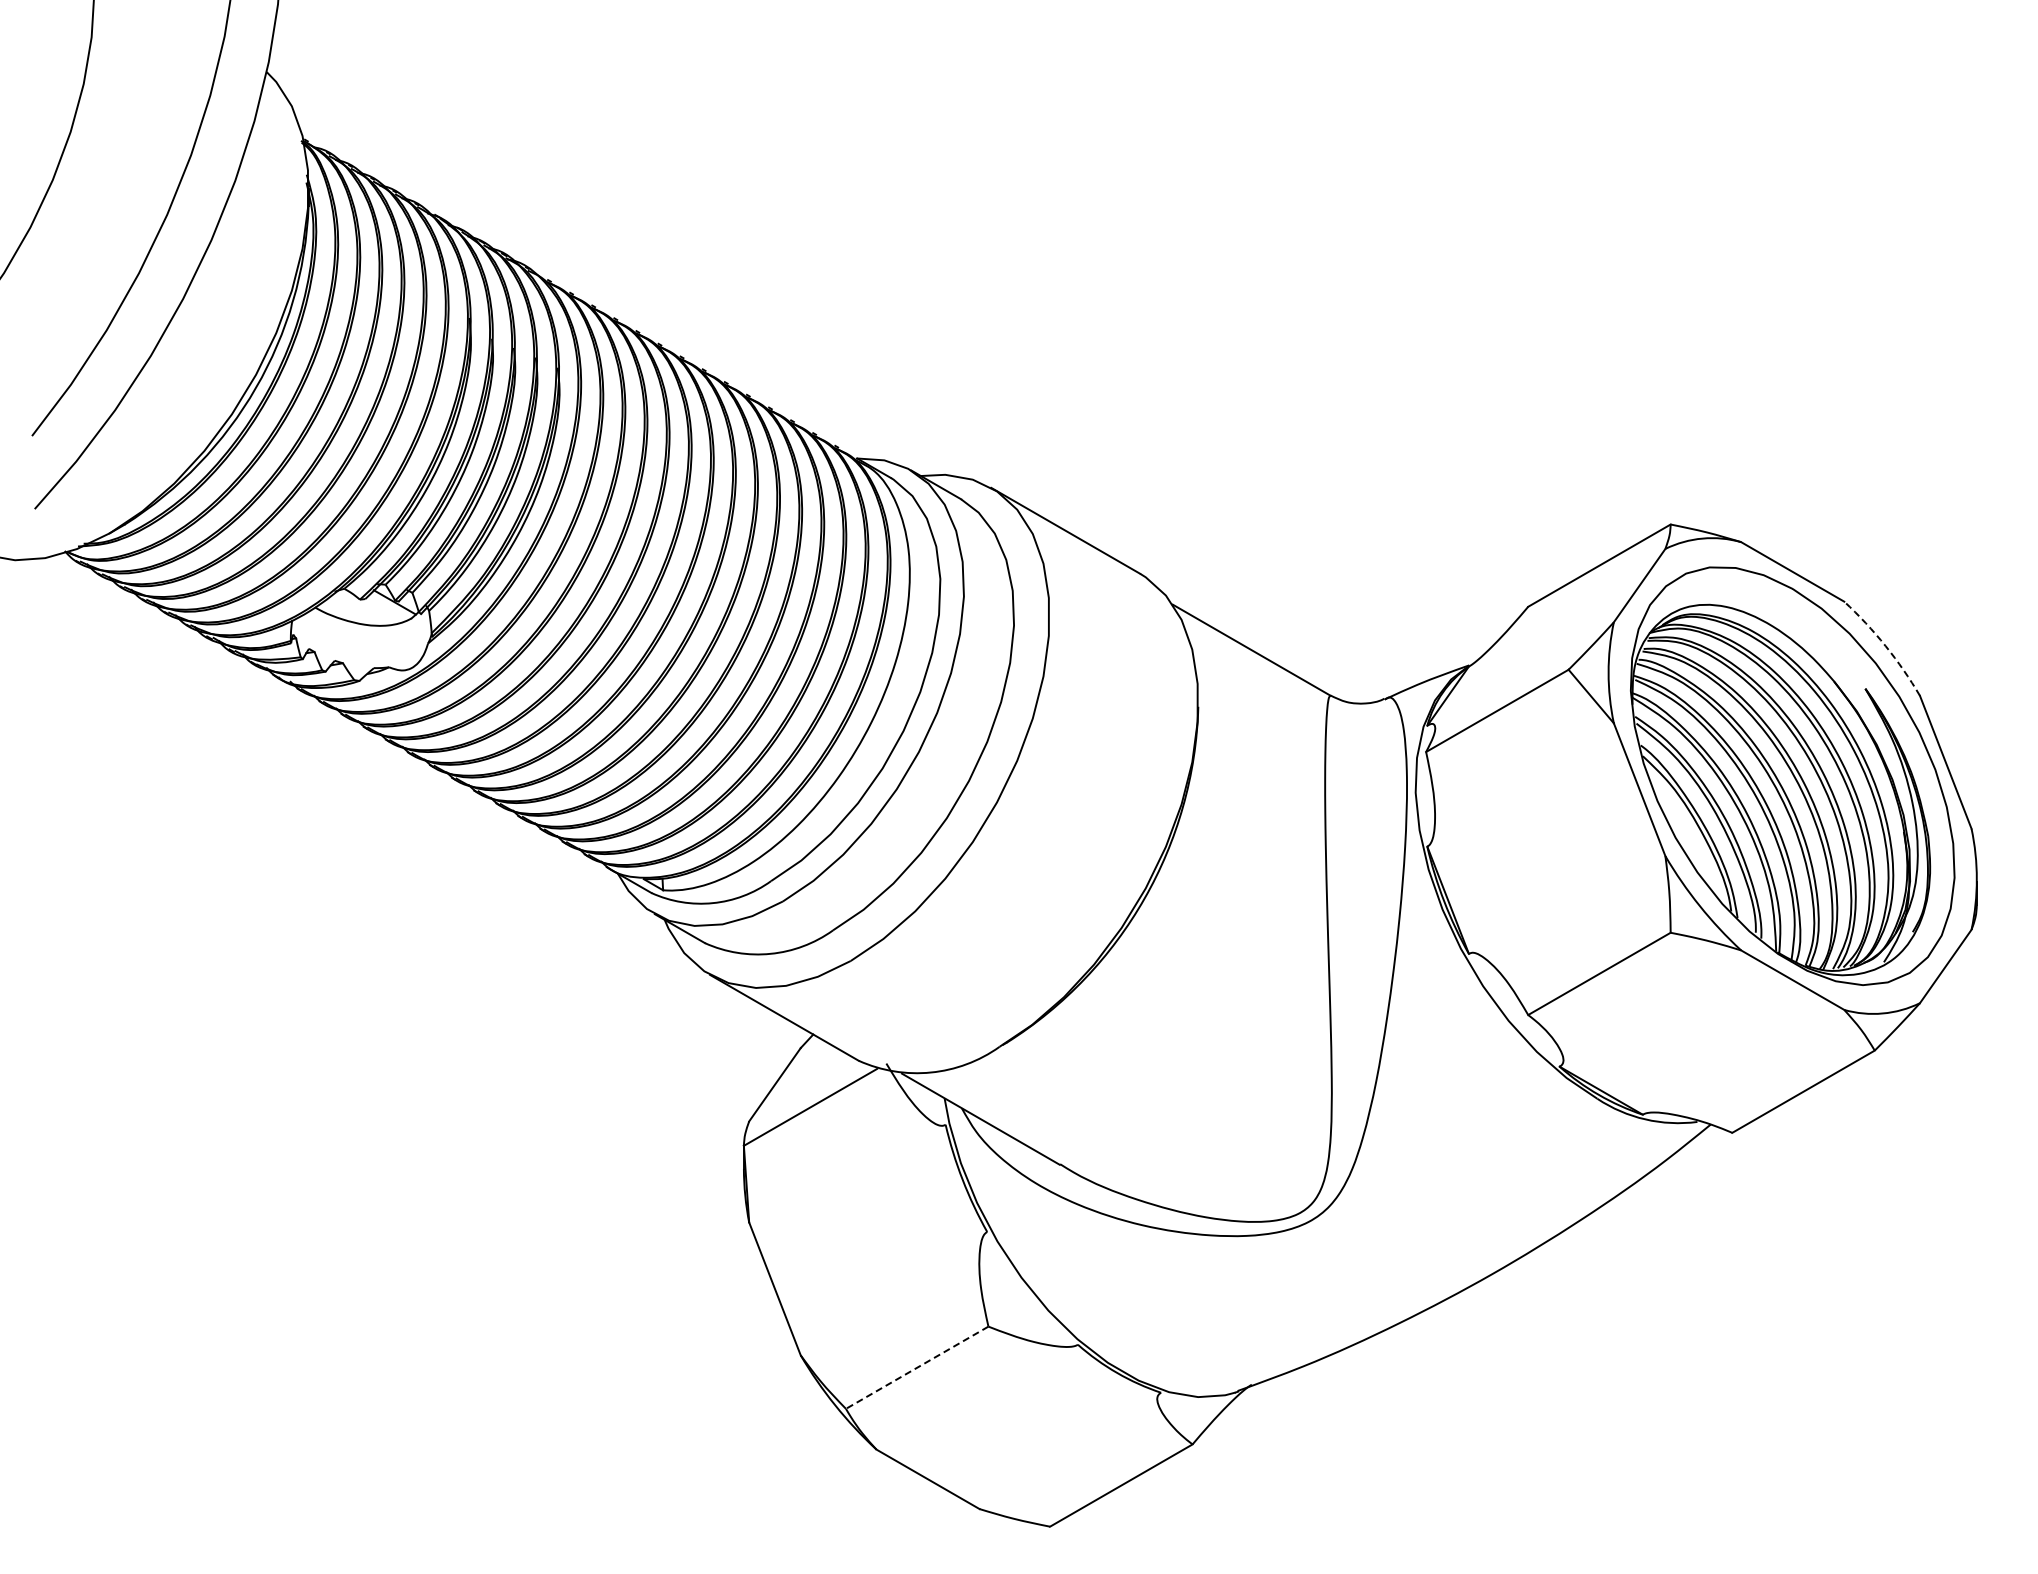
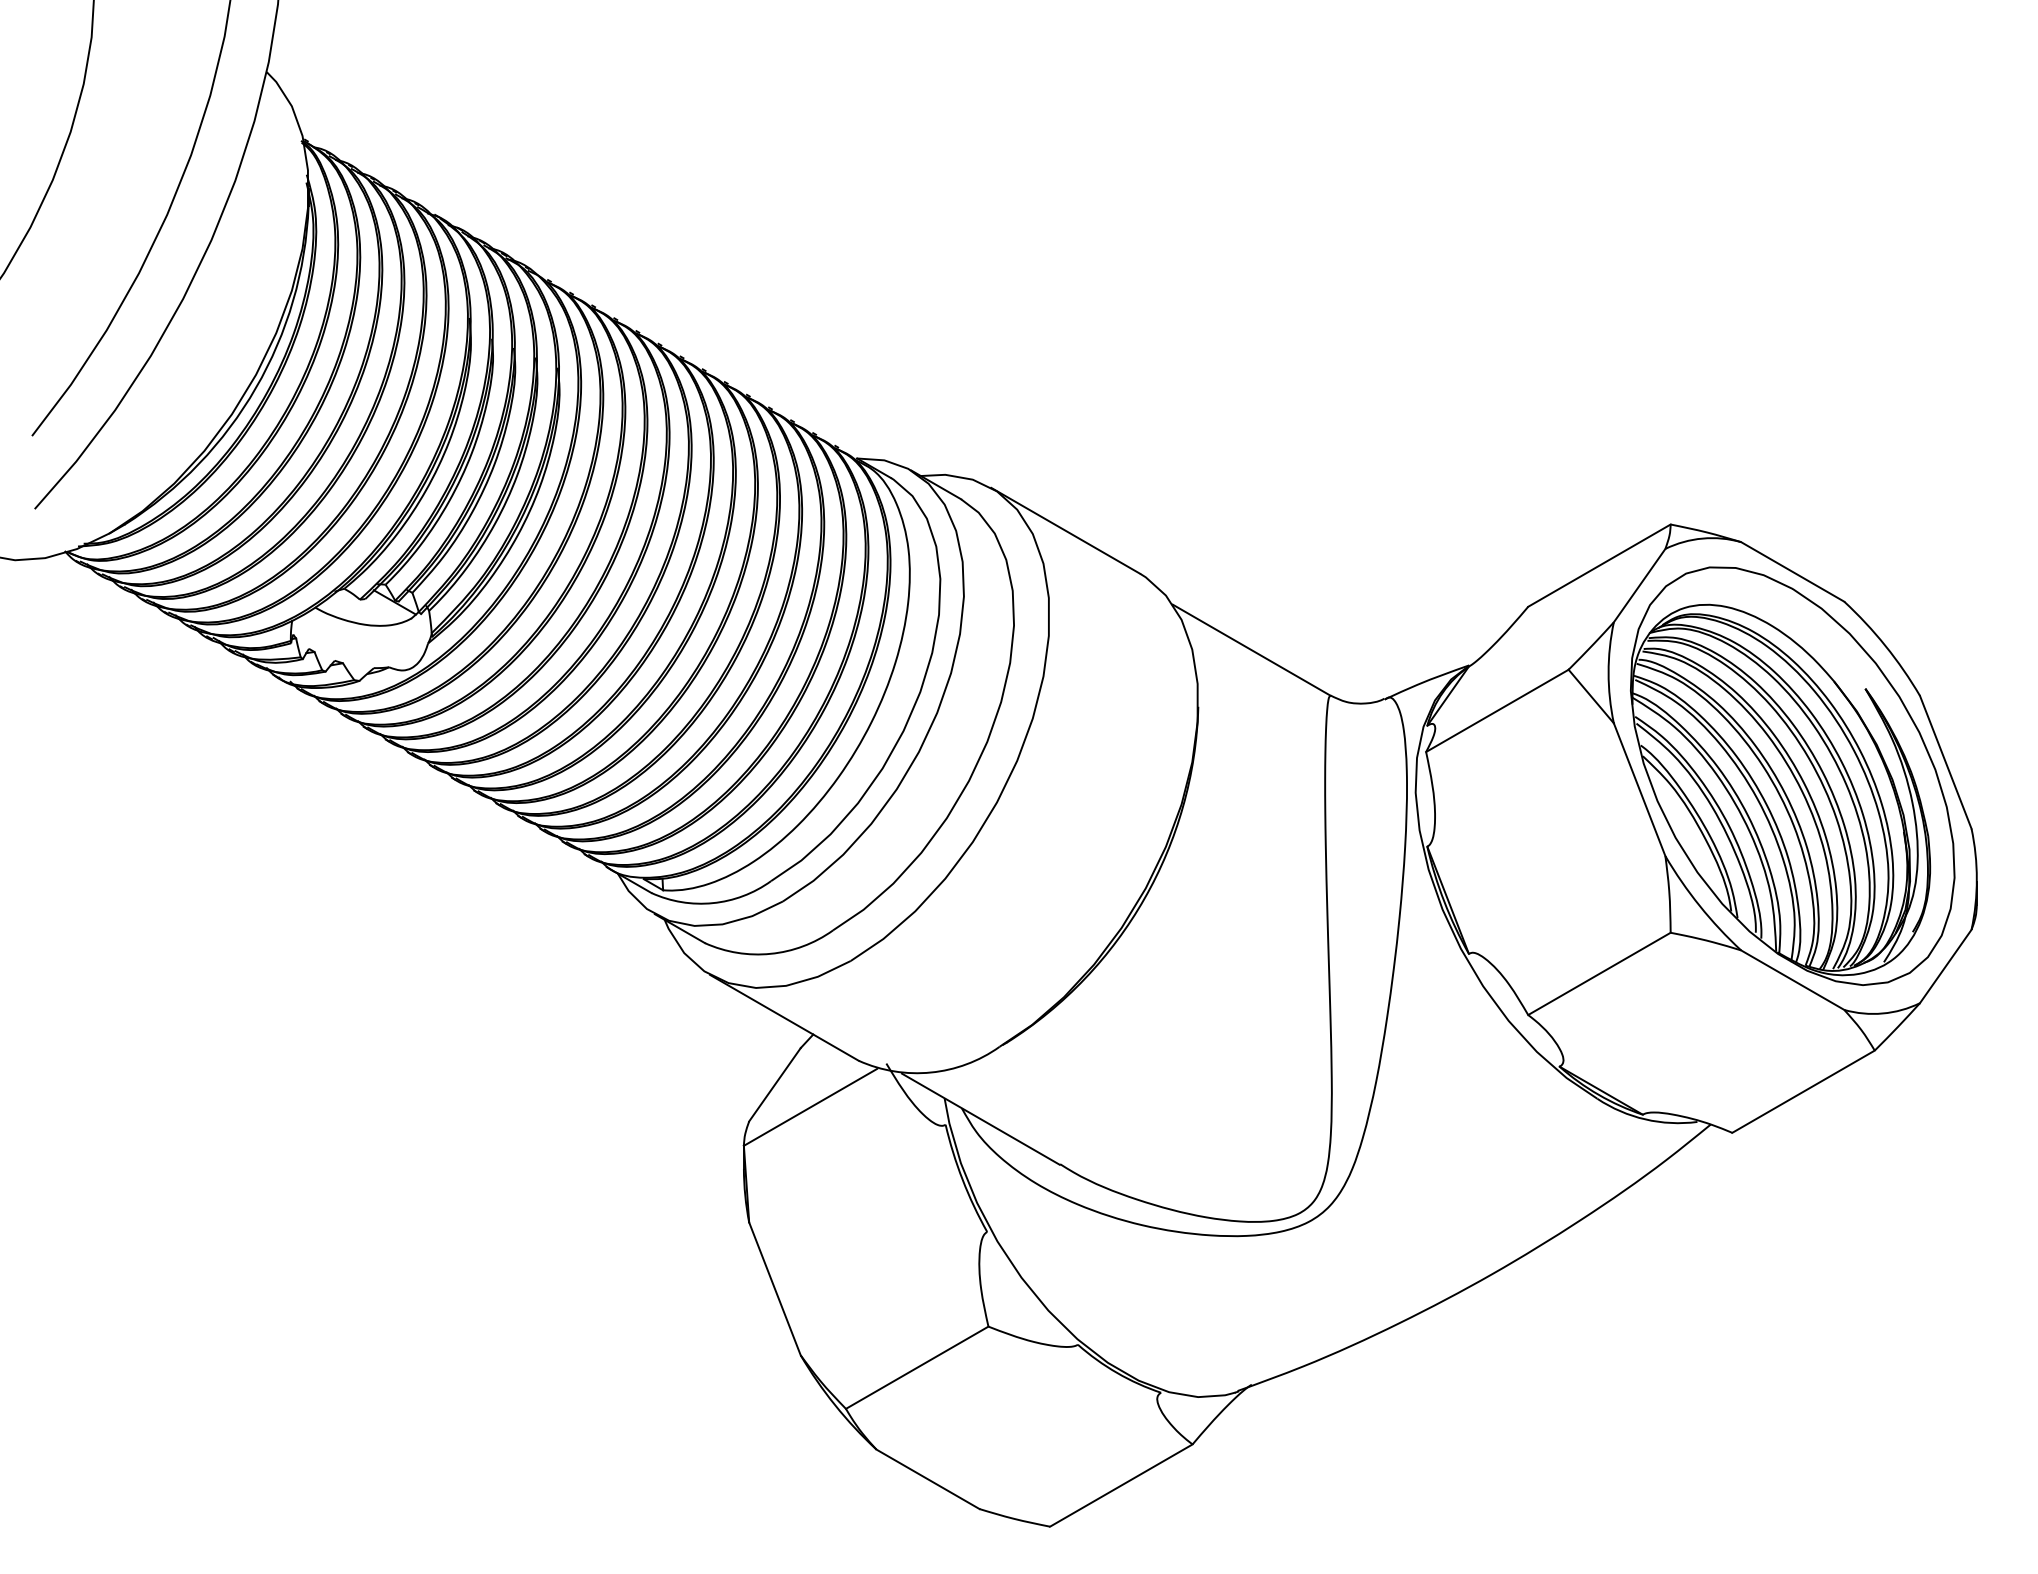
arc at (1885, 646): dashed -> solid
line at (916, 1367): dashed -> solid
